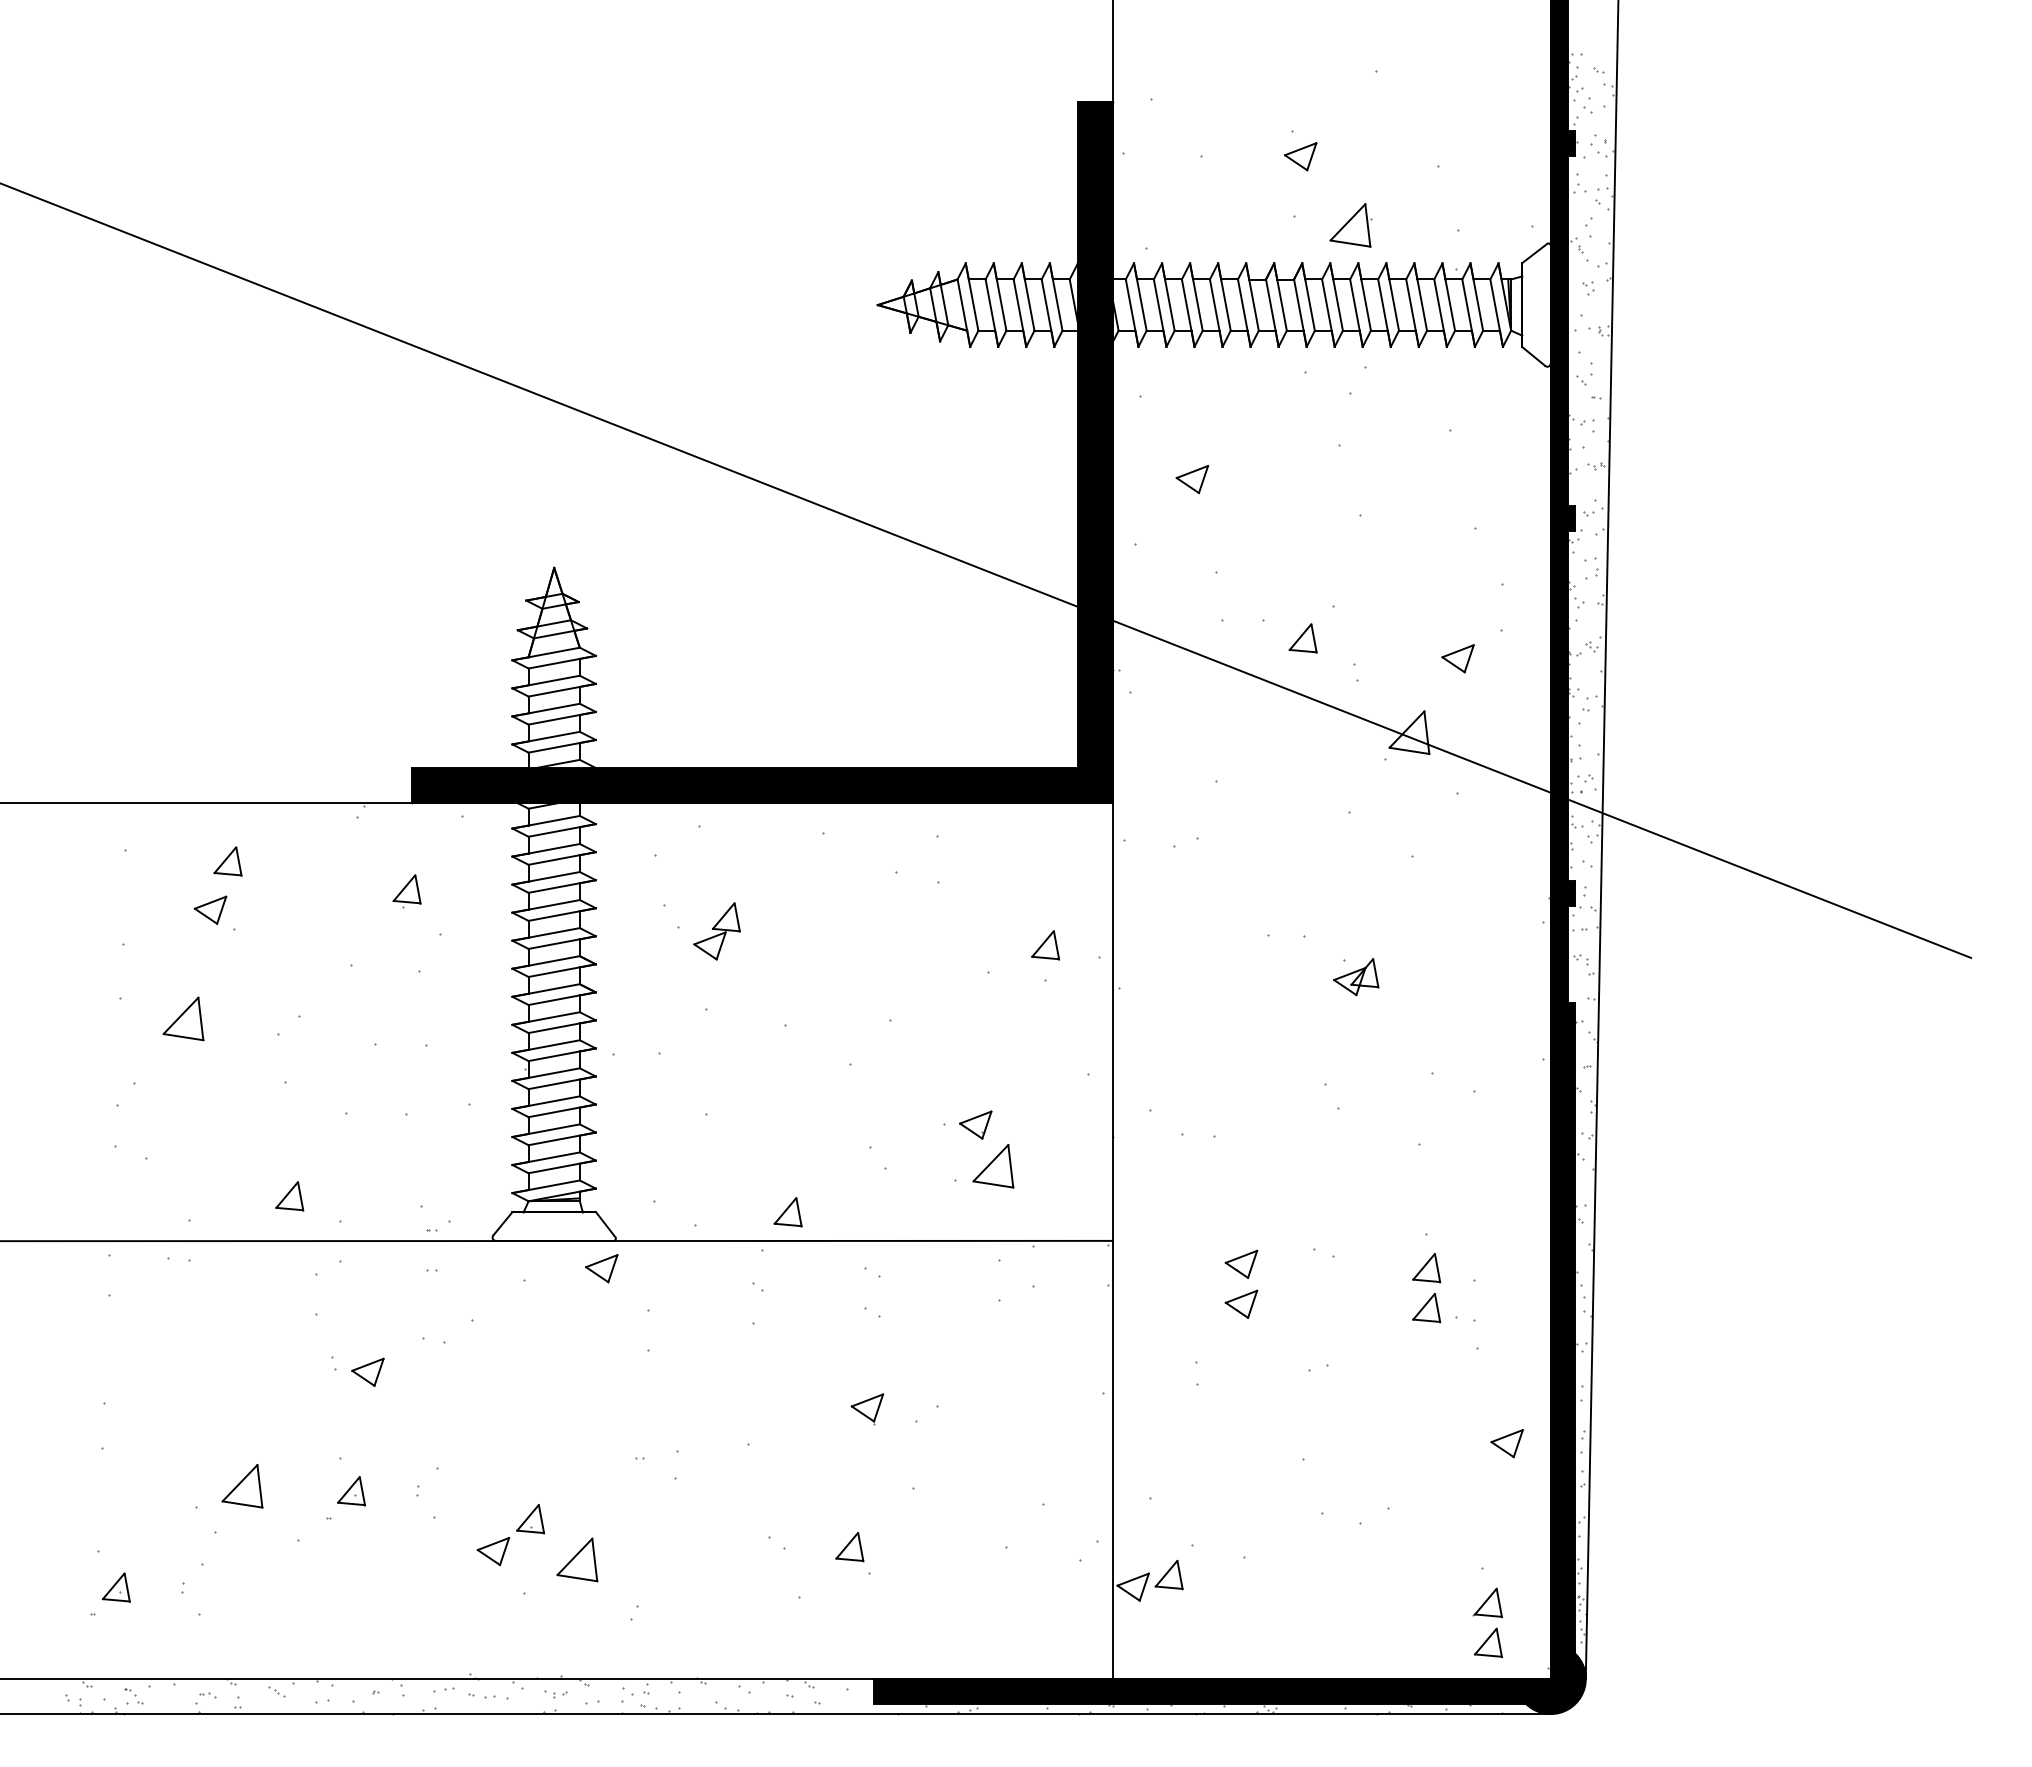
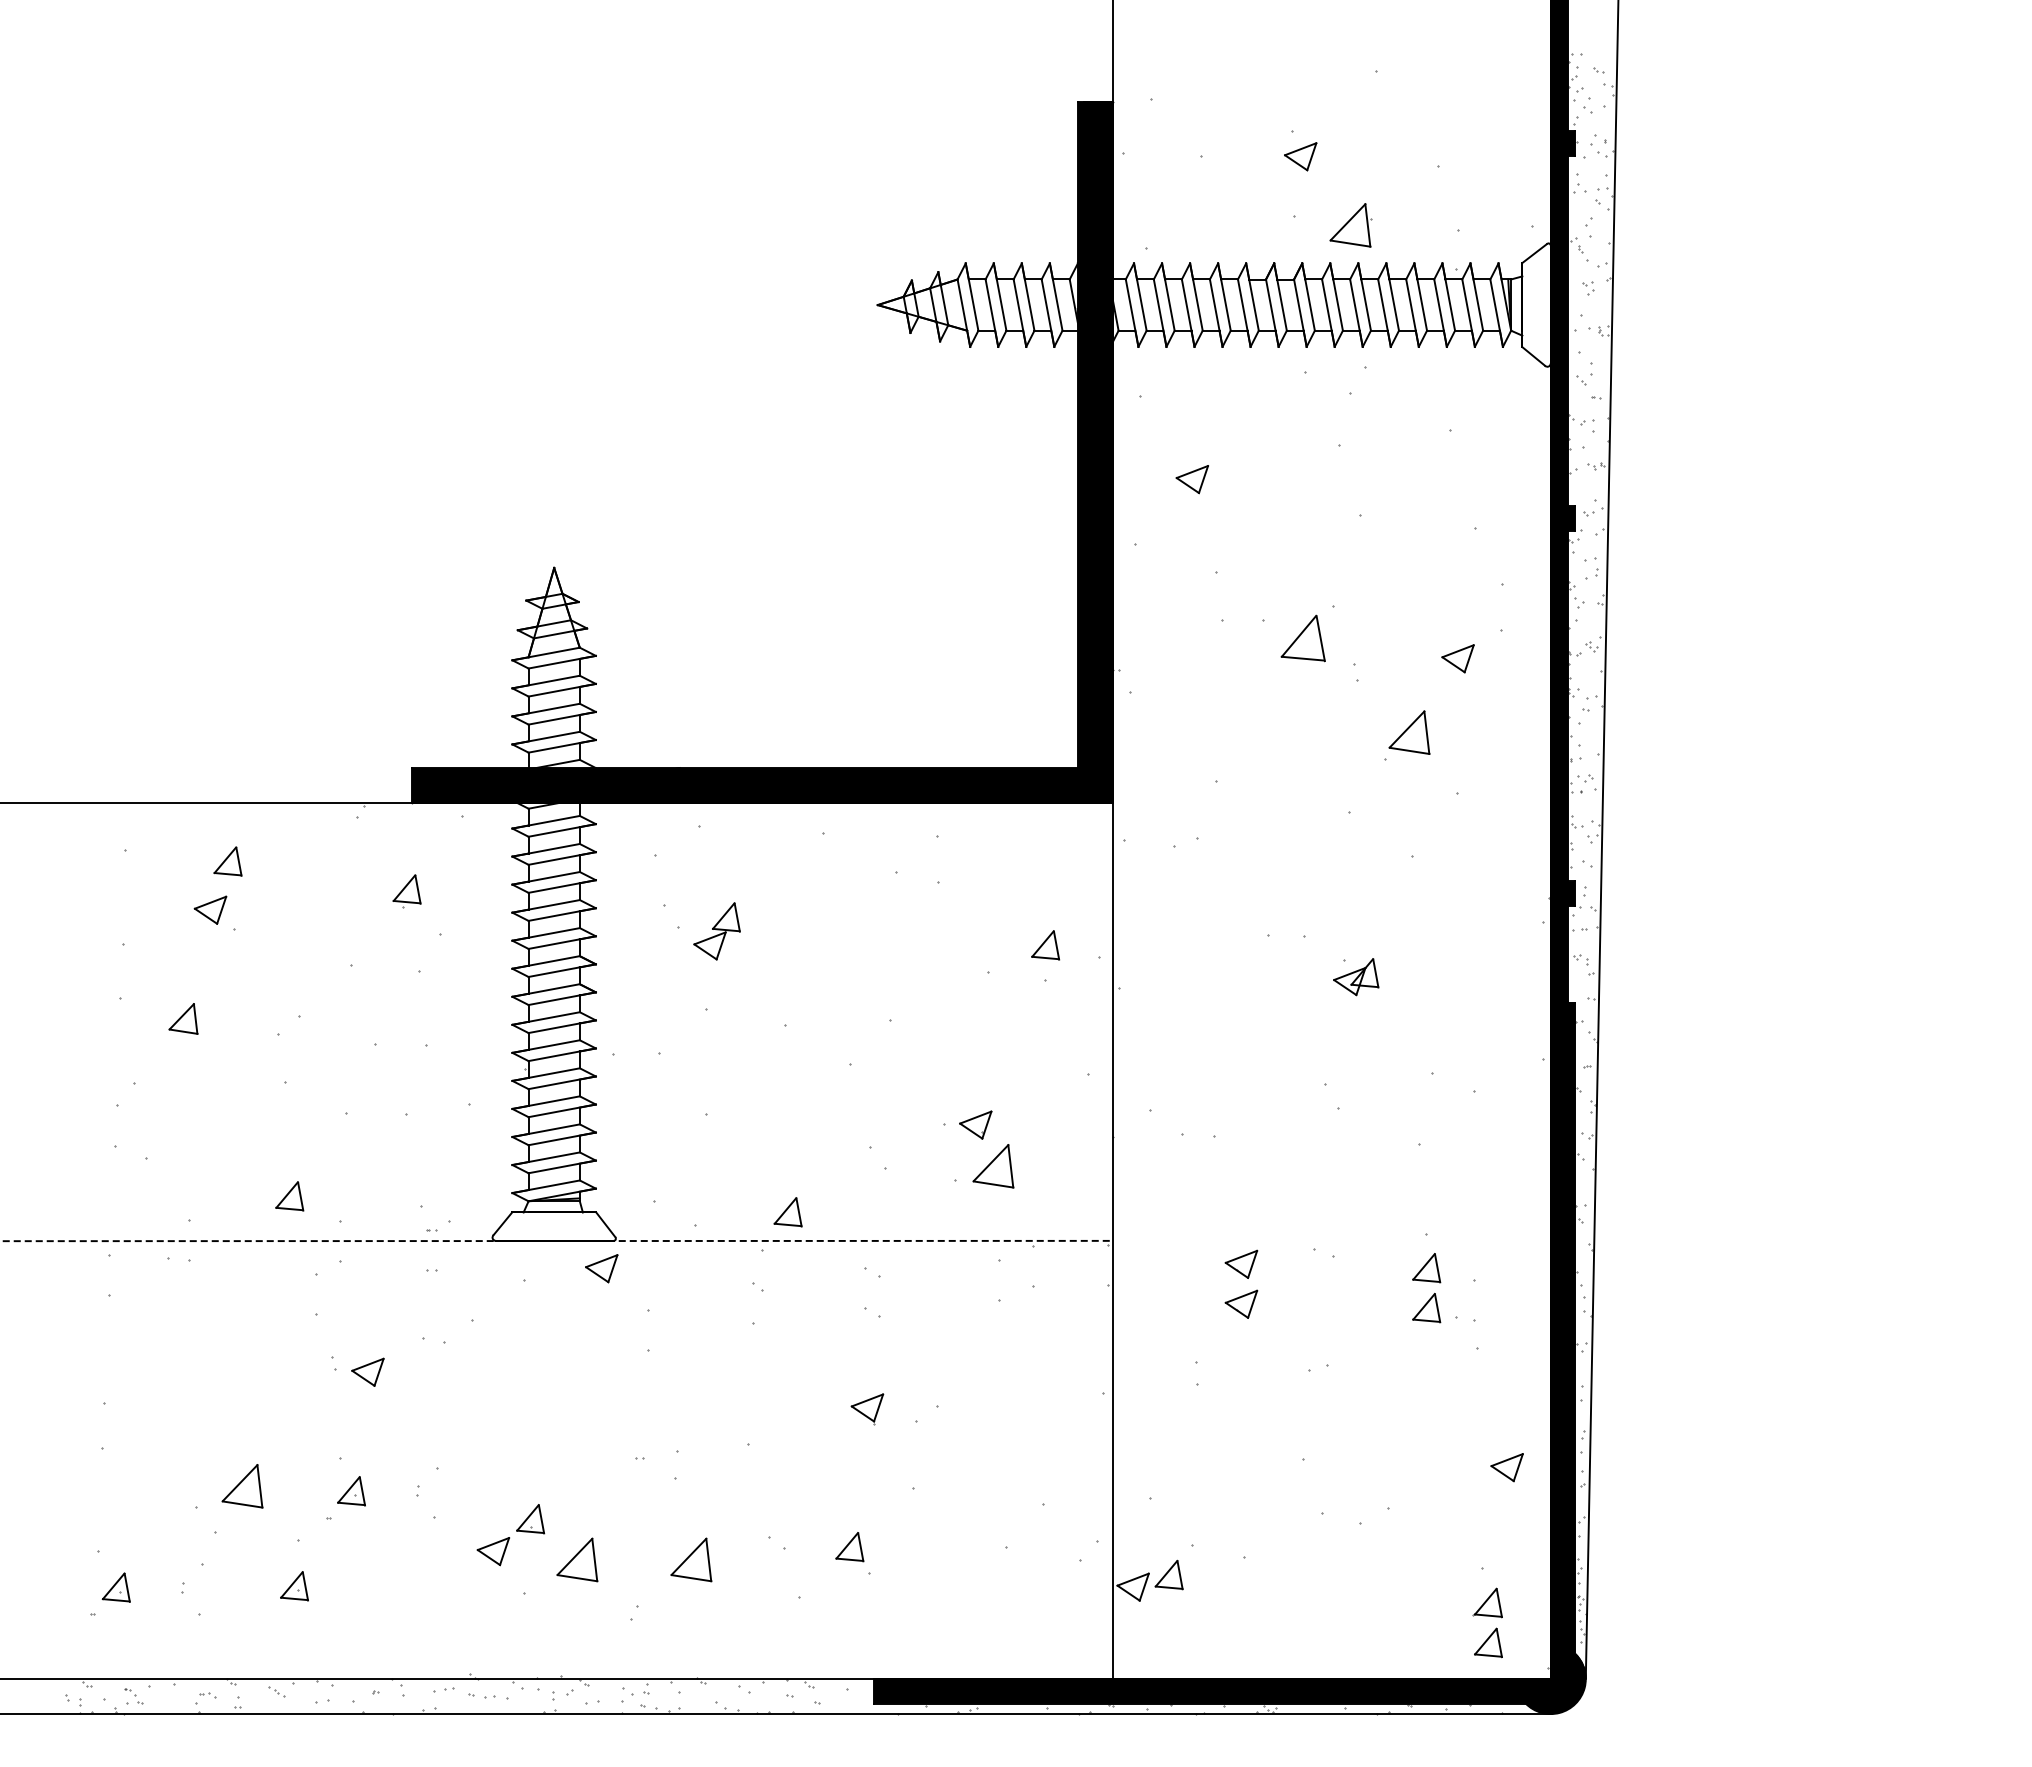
line at (986, 570): present -> none
part at (1302, 638) size: 30x31 px -> 46x49 px
part at (183, 1018) size: 43x46 px -> 31x32 px
line at (556, 1241): solid -> dashed
part at (1506, 1443) position: (1506, 1443) -> (1506, 1467)
part at (691, 1559): none -> present
part at (294, 1586): none -> present
part at (555, 1694) size: 24x9 px -> 37x13 px
